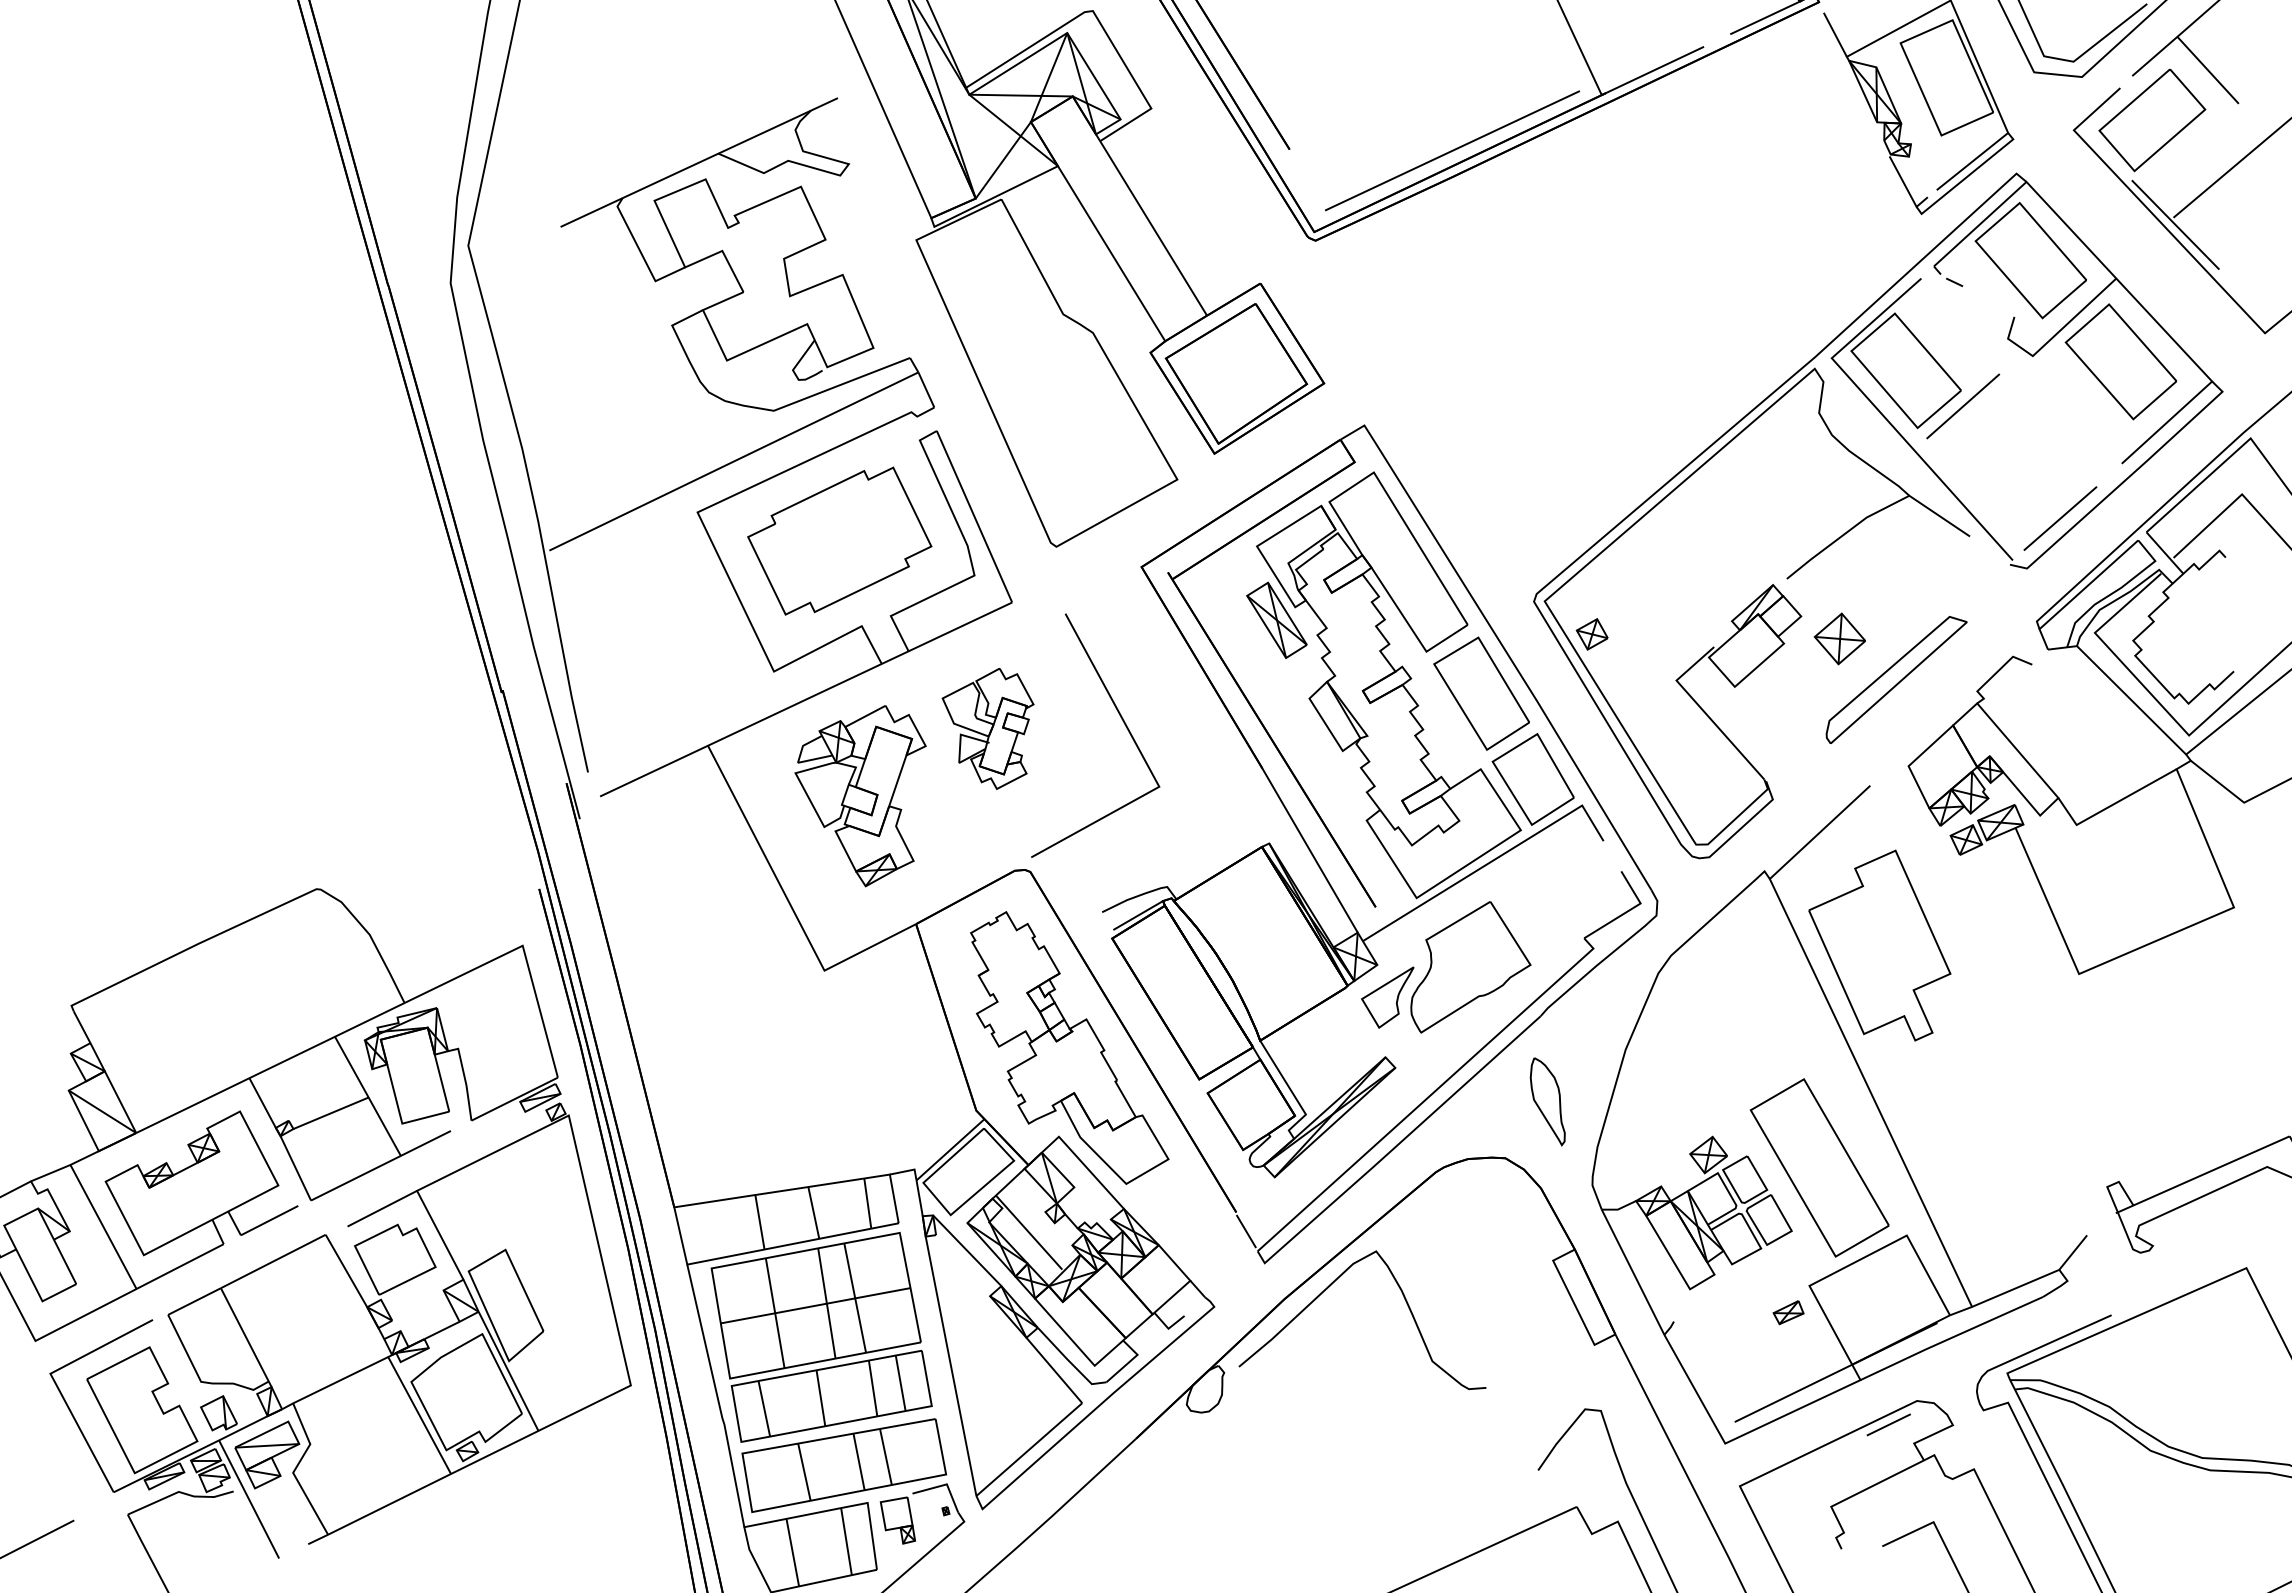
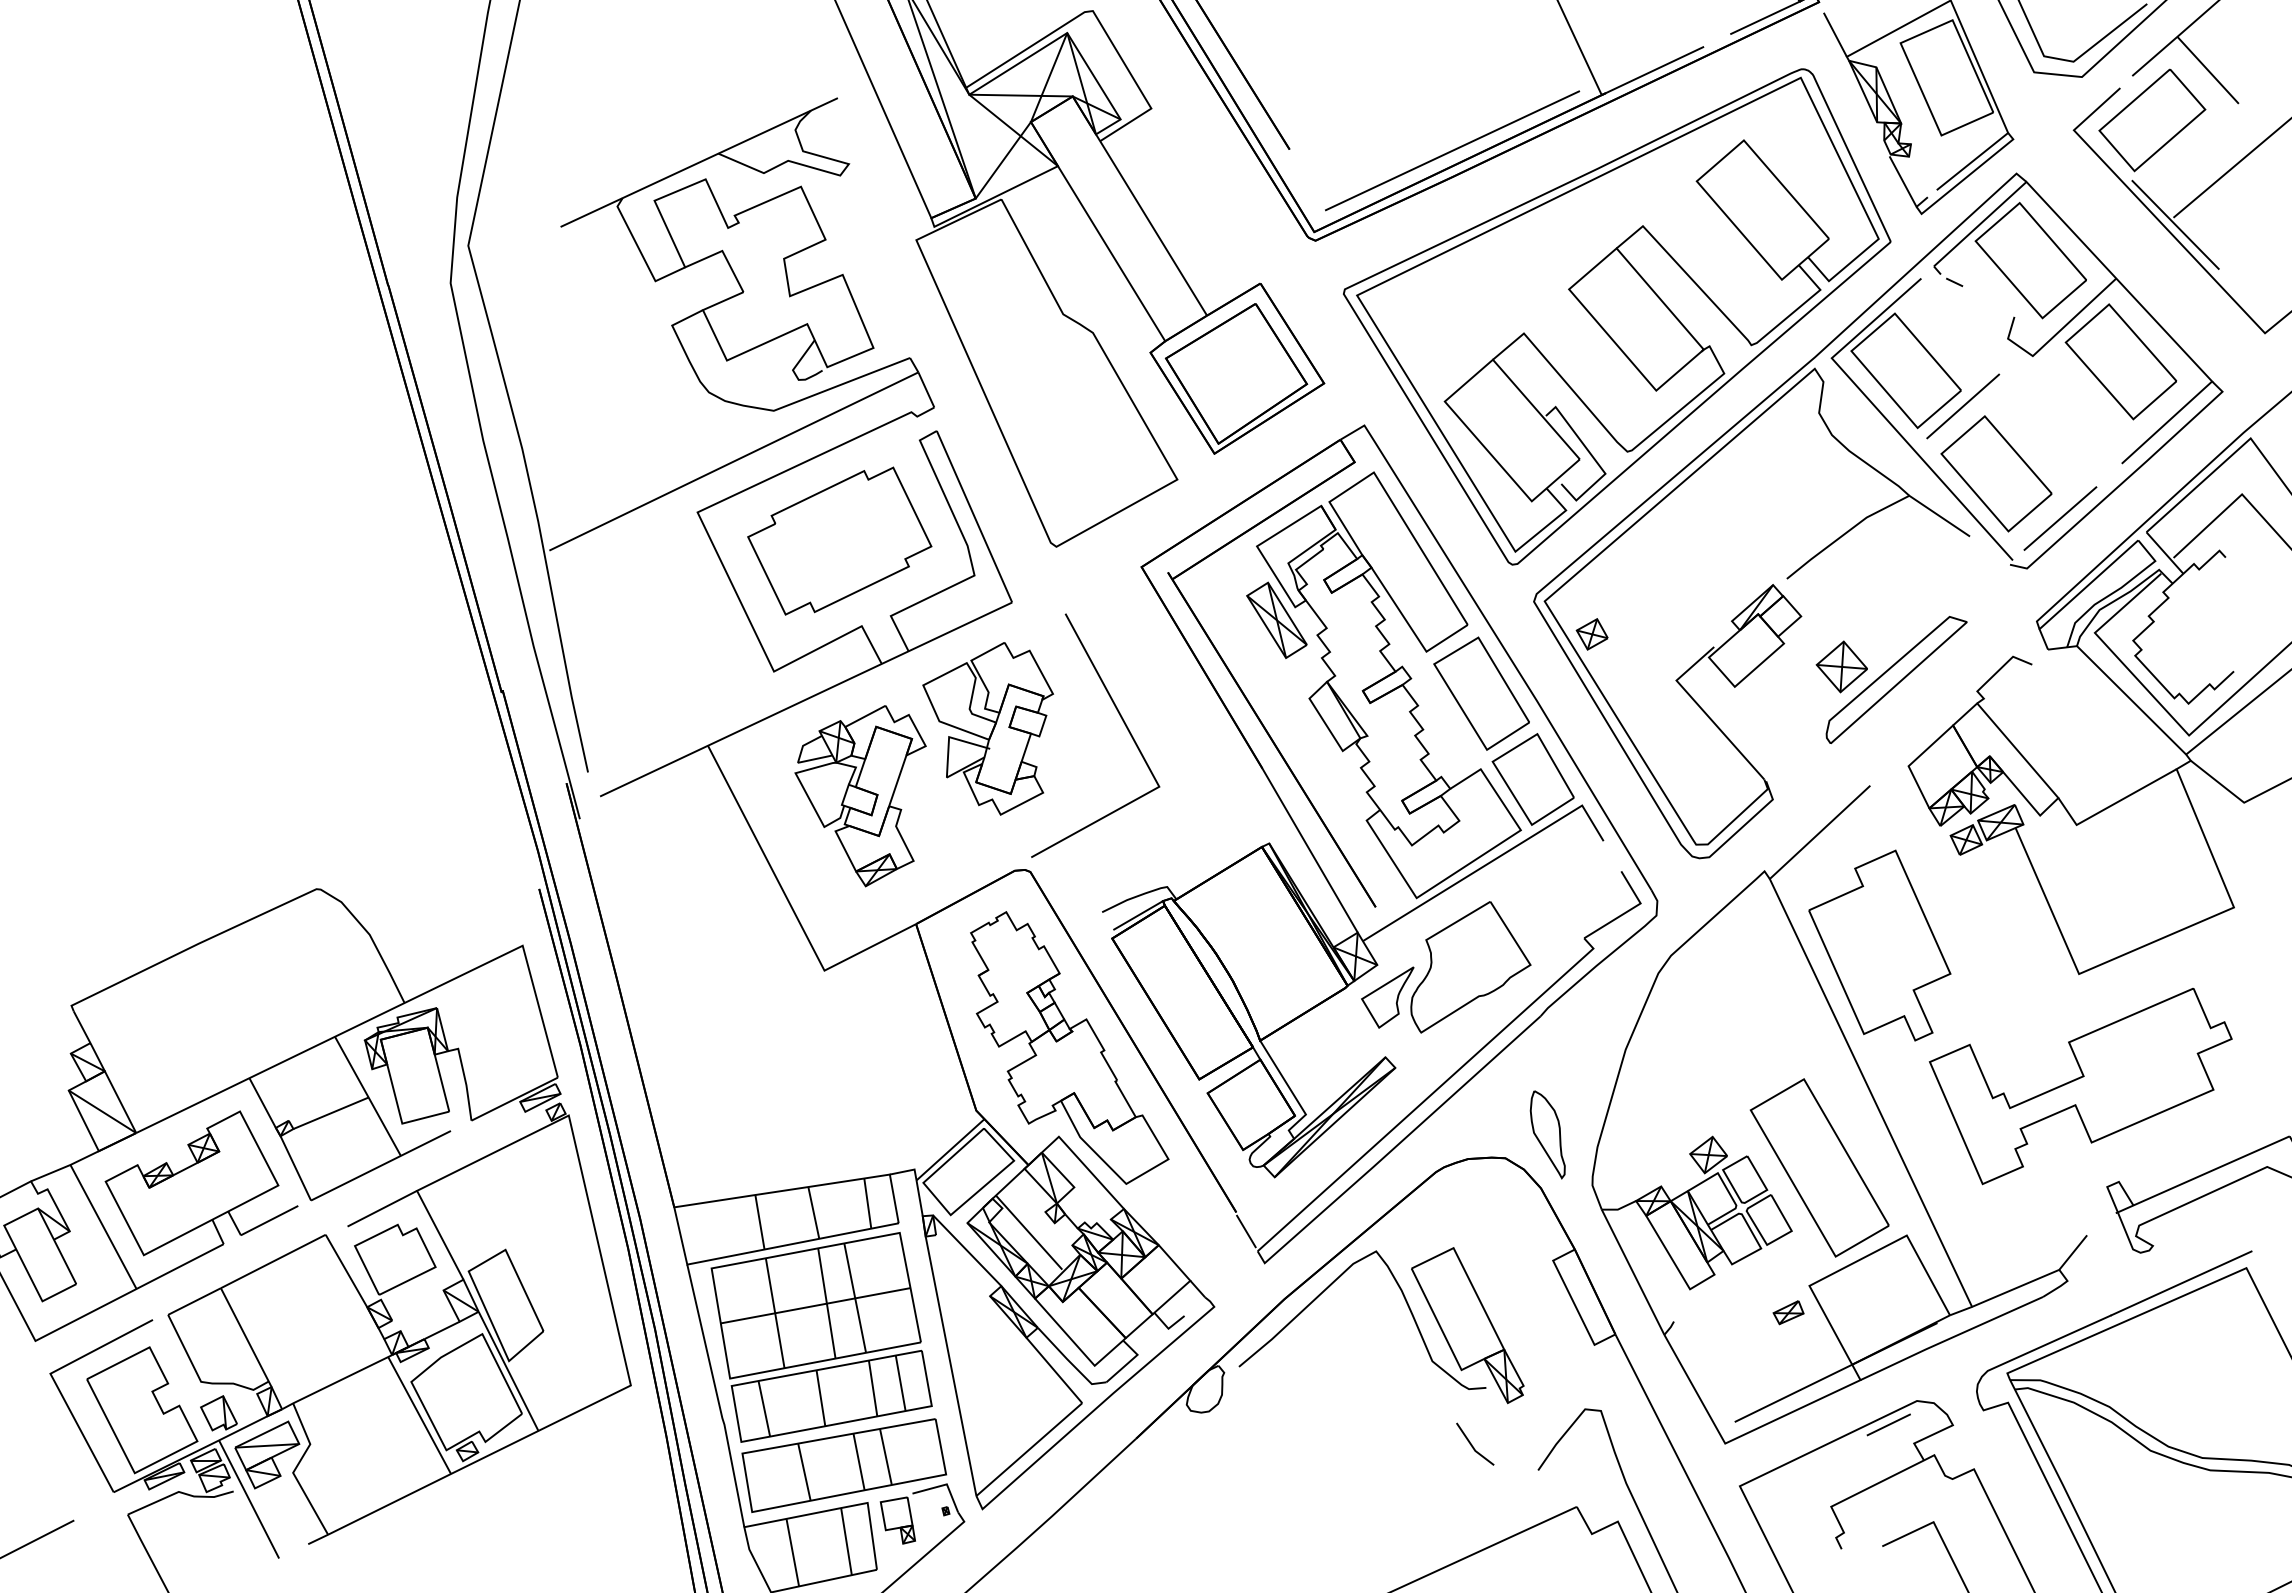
part at (1617, 316): none -> present
part at (1996, 473): none -> present
part at (1839, 638) position: (1839, 638) -> (1841, 666)
part at (987, 728) size: 94x122 px -> 132x174 px
part at (2080, 1086): none -> present
part at (1547, 1101) position: (1547, 1101) -> (1547, 1134)
line at (2181, 1283): none -> present
part at (1467, 1325): none -> present
line at (1472, 1444): none -> present
